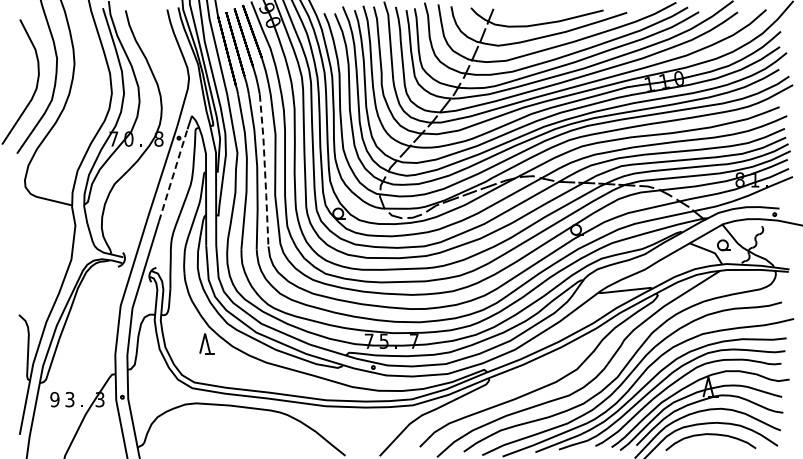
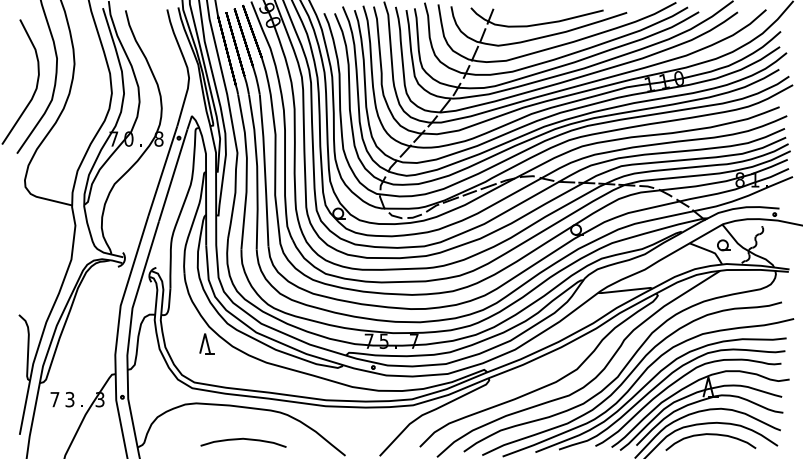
line at (265, 170): dashed -> solid
line at (173, 174): dashed -> solid
text at (54, 399): 9 -> 7
curve at (243, 439): none -> present
